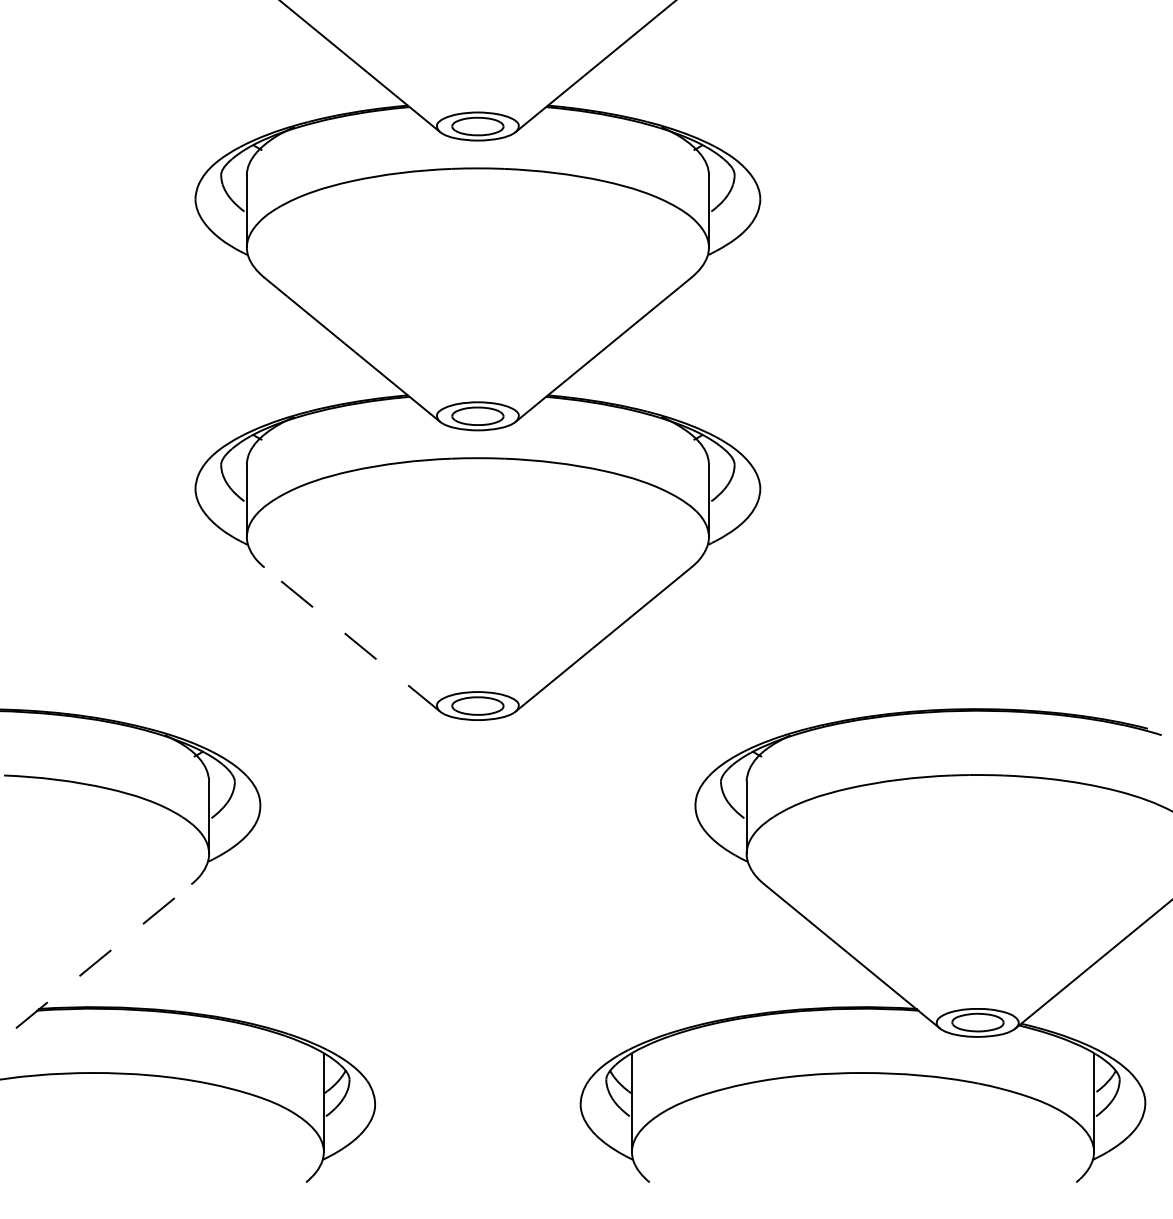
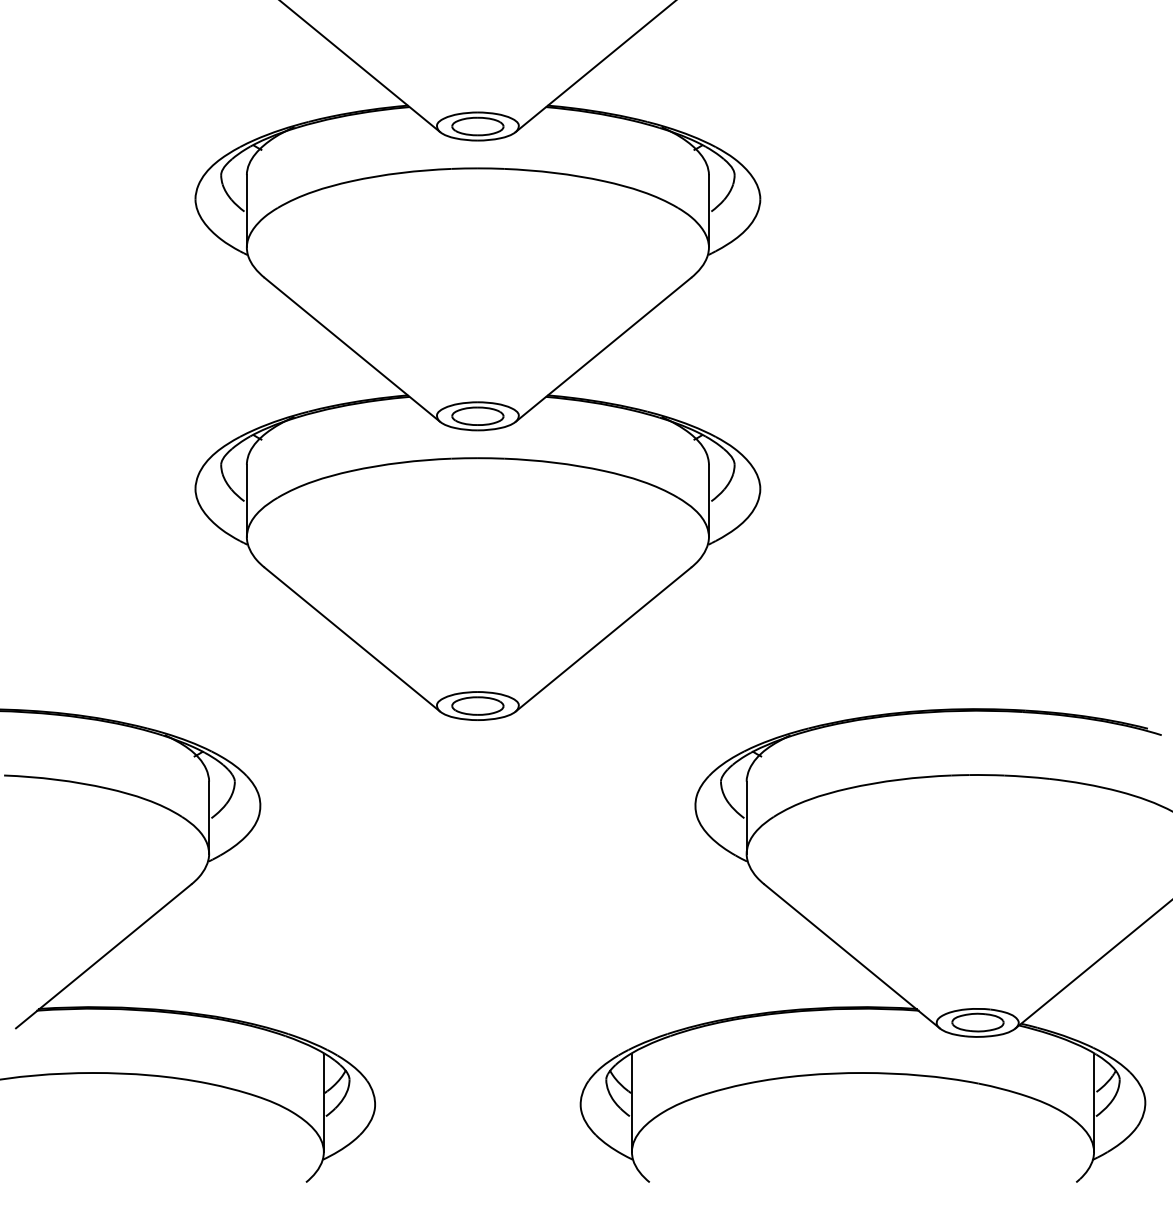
line at (351, 639): dashed -> solid
line at (104, 956): dashed -> solid
